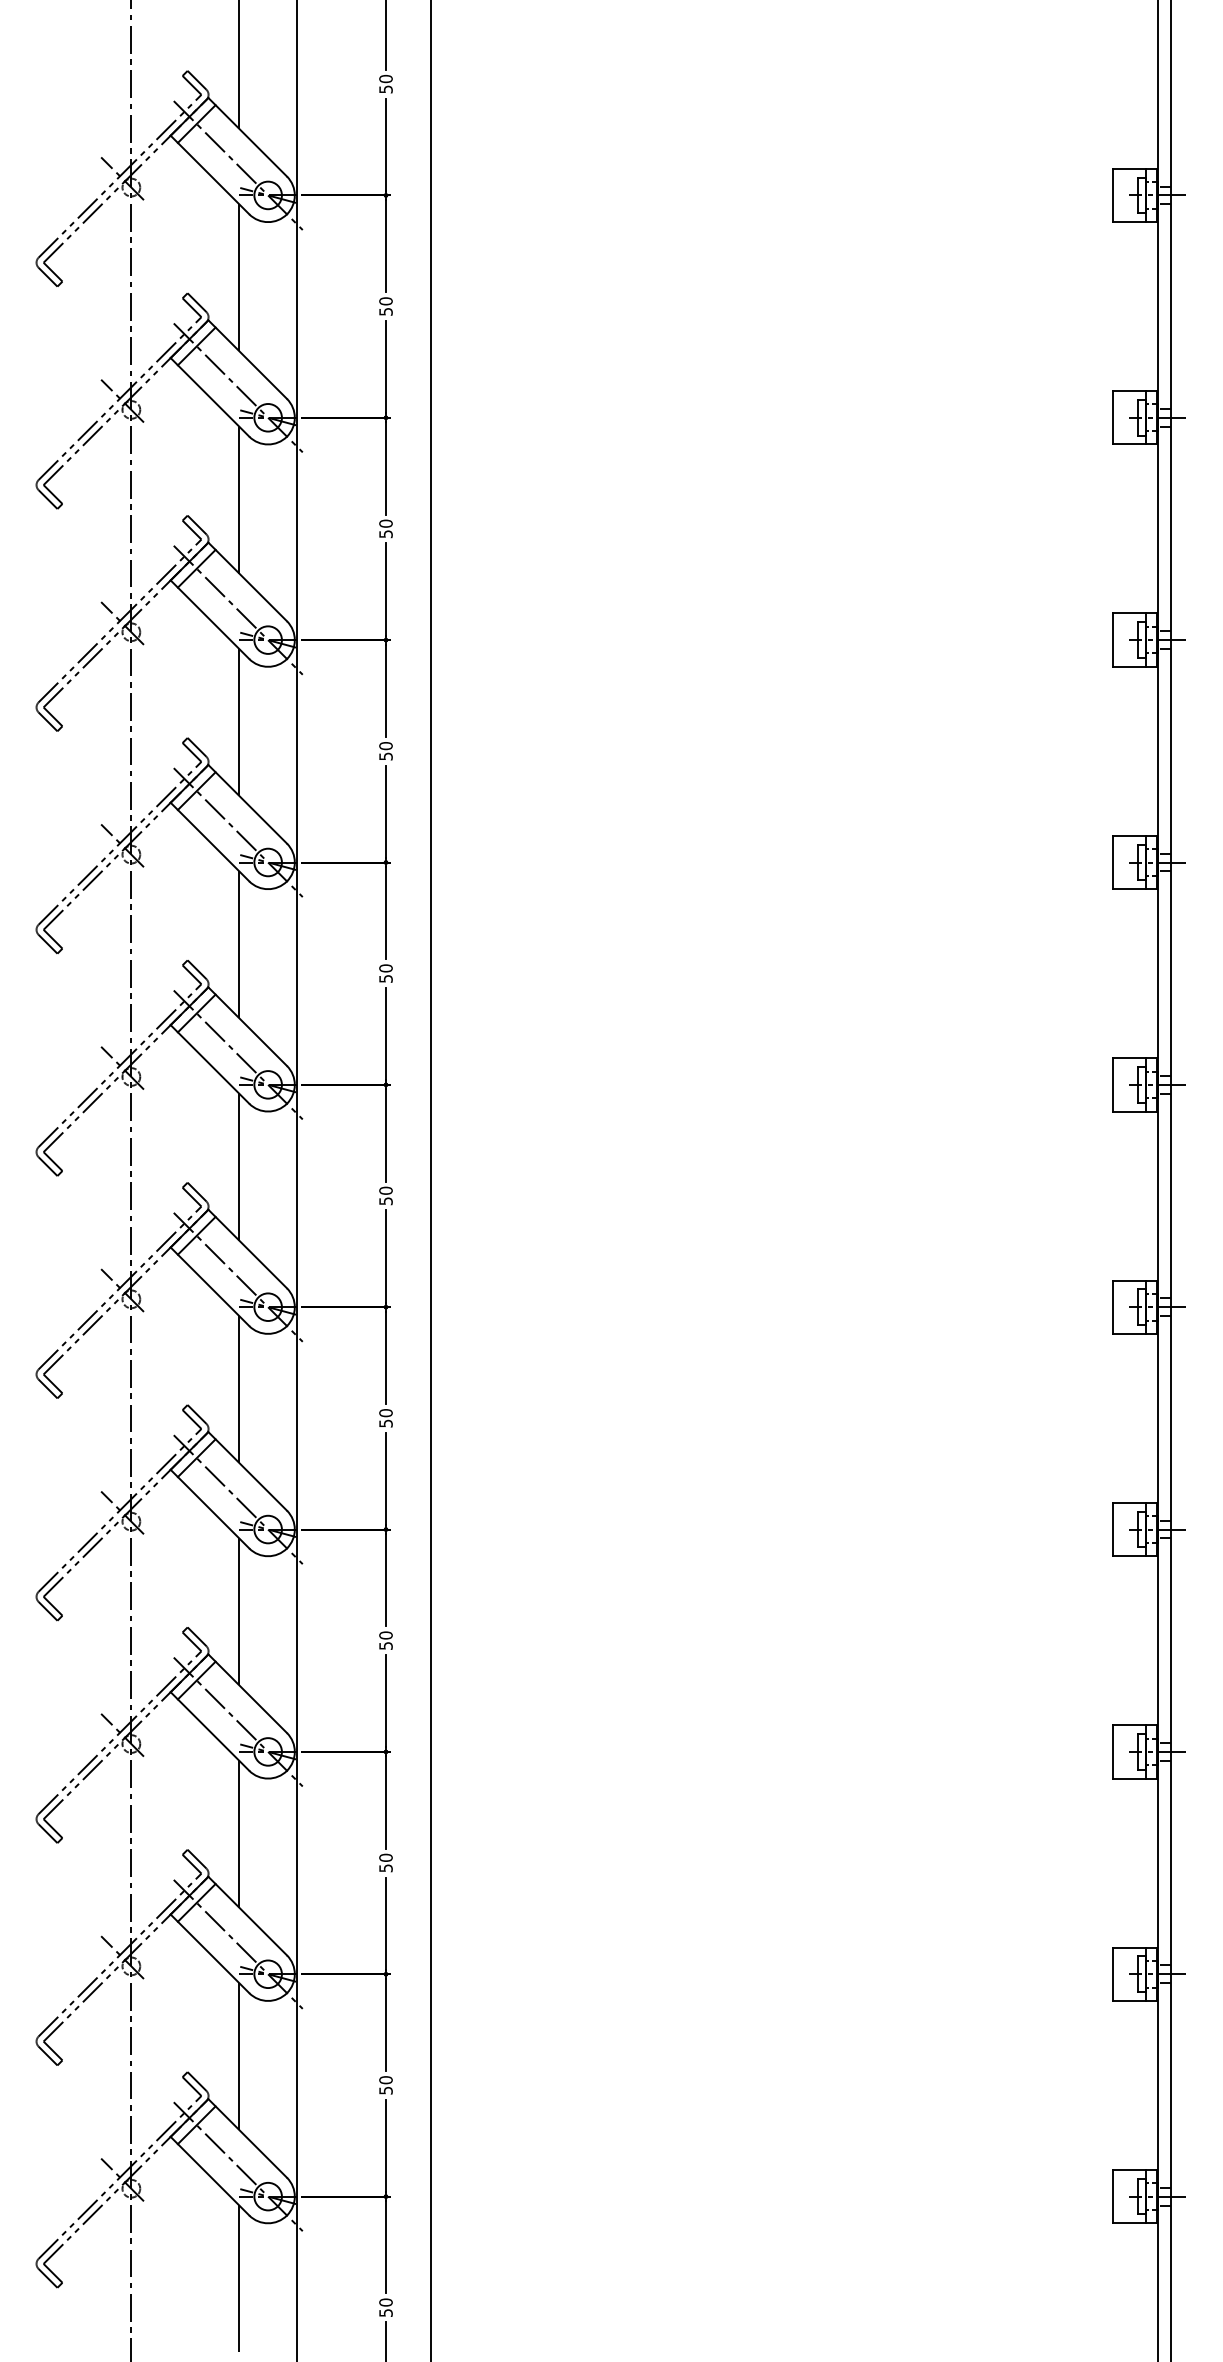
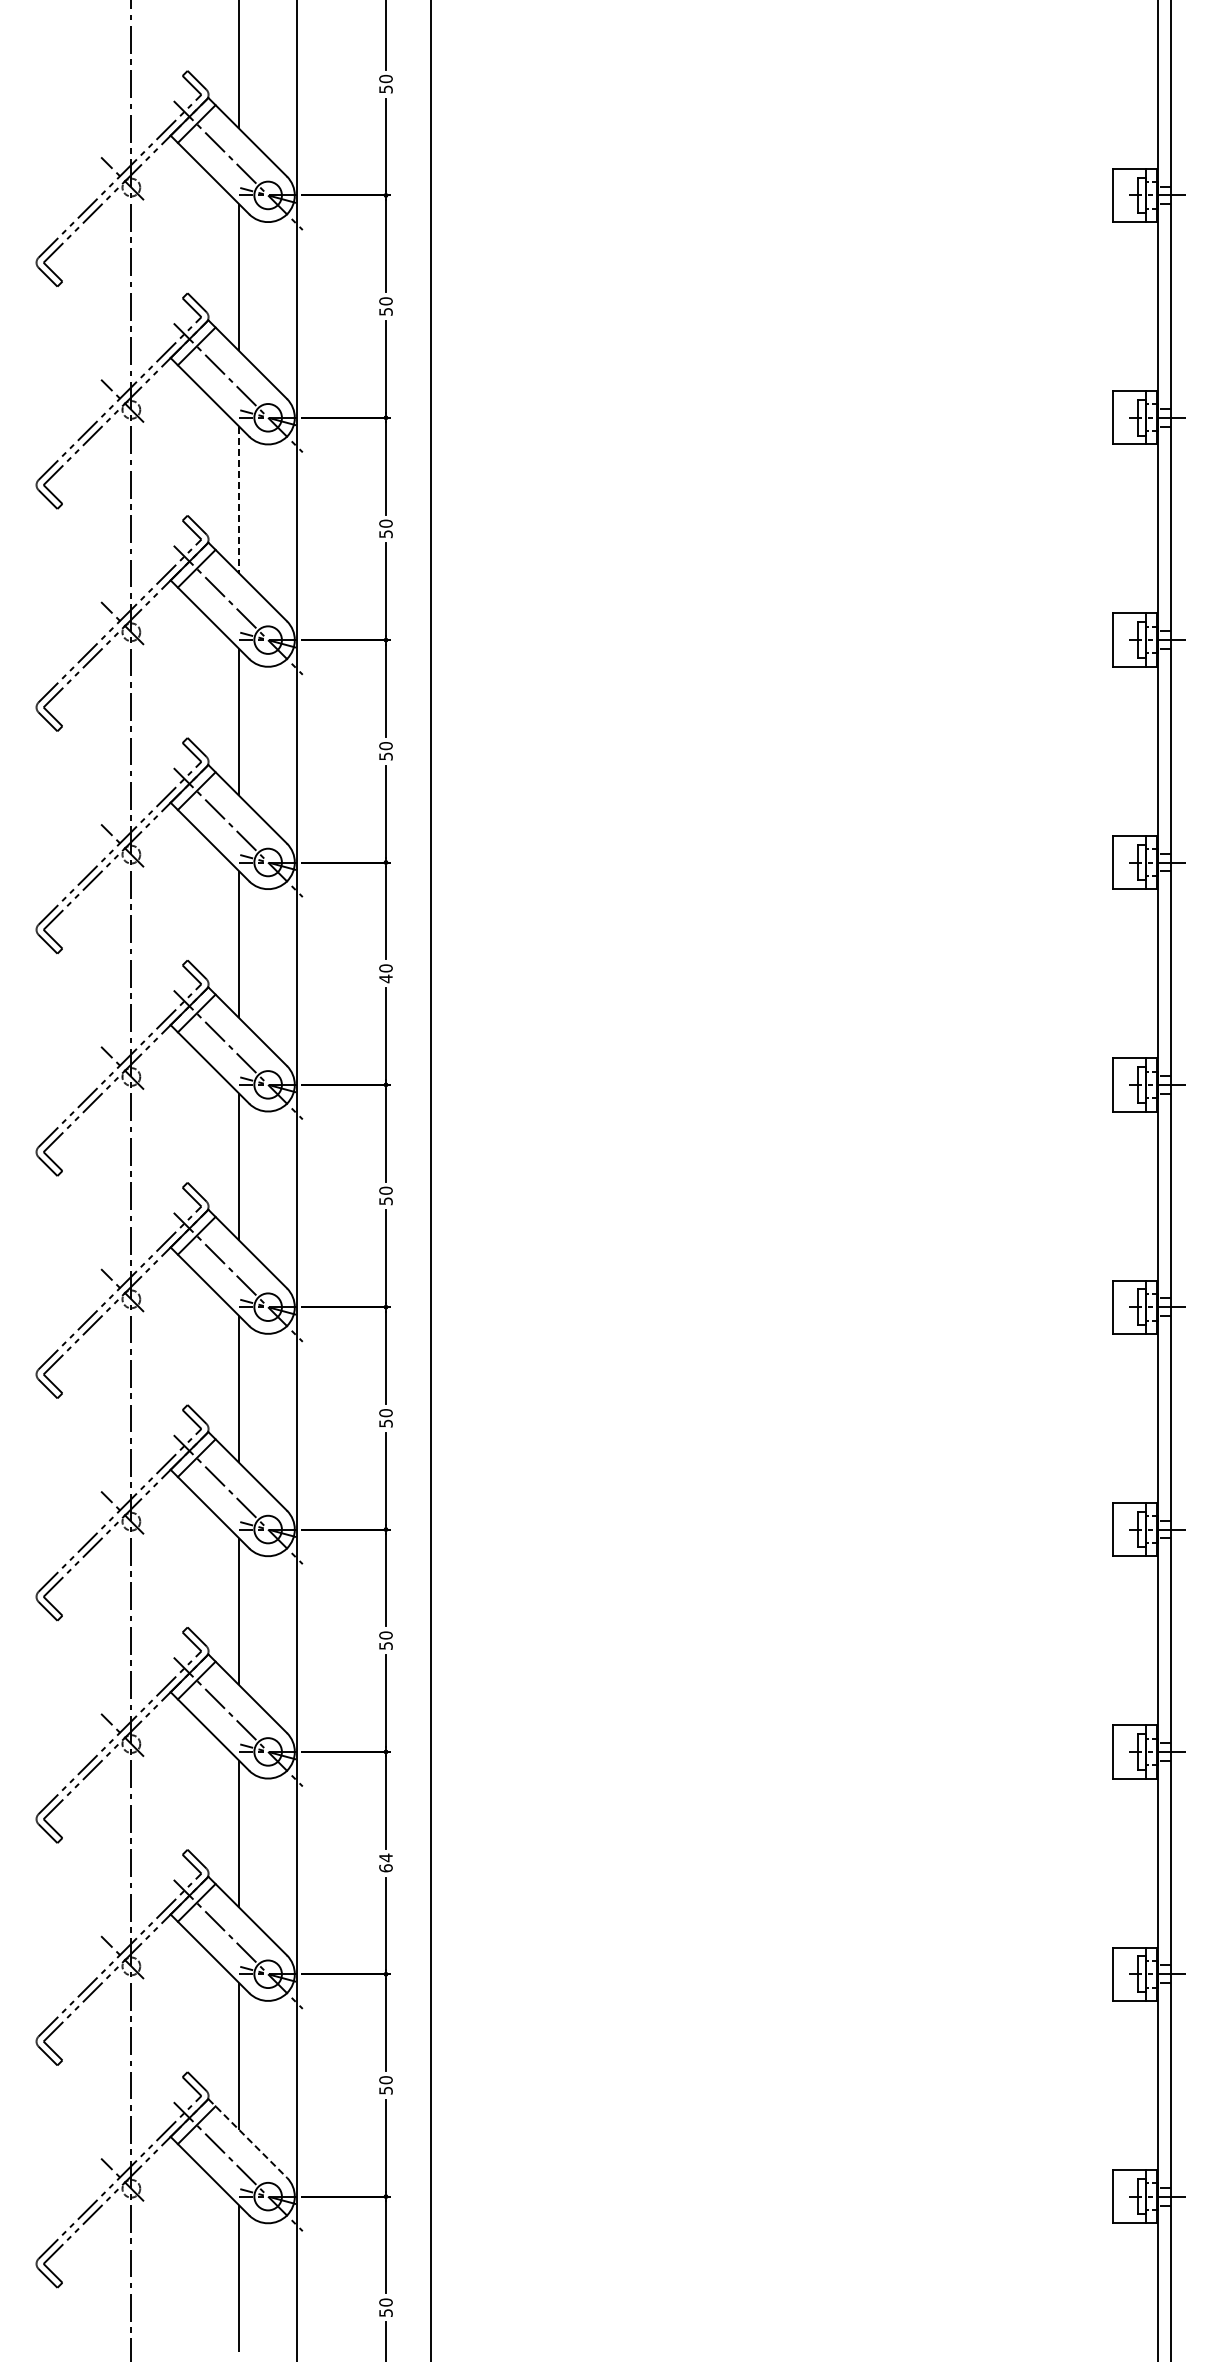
line at (239, 500): solid -> dashed
text at (385, 978): 50 -> 40
text at (385, 1862): 50 -> 64
line at (247, 2138): solid -> dashed
